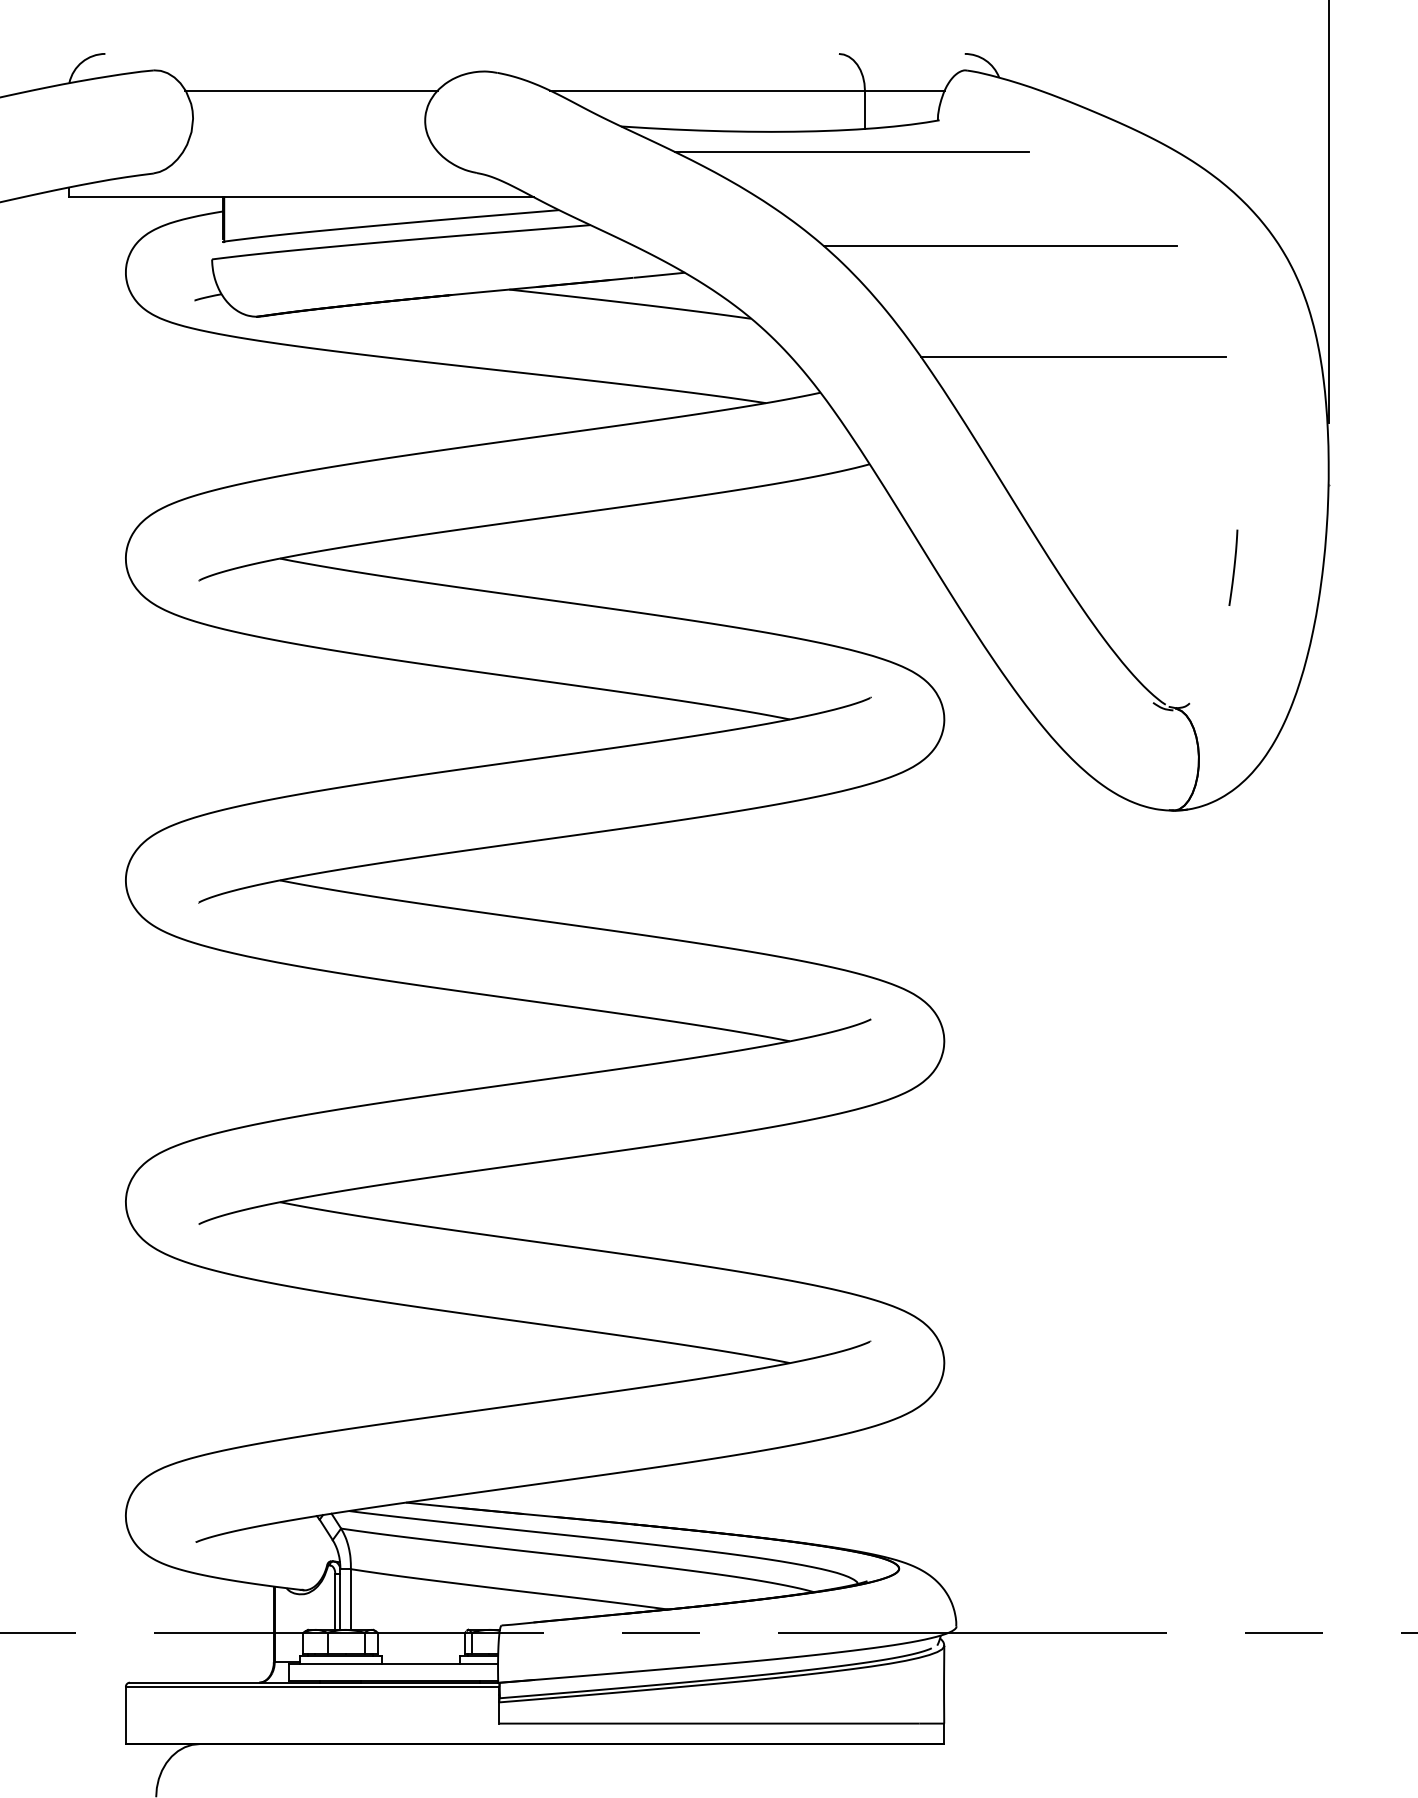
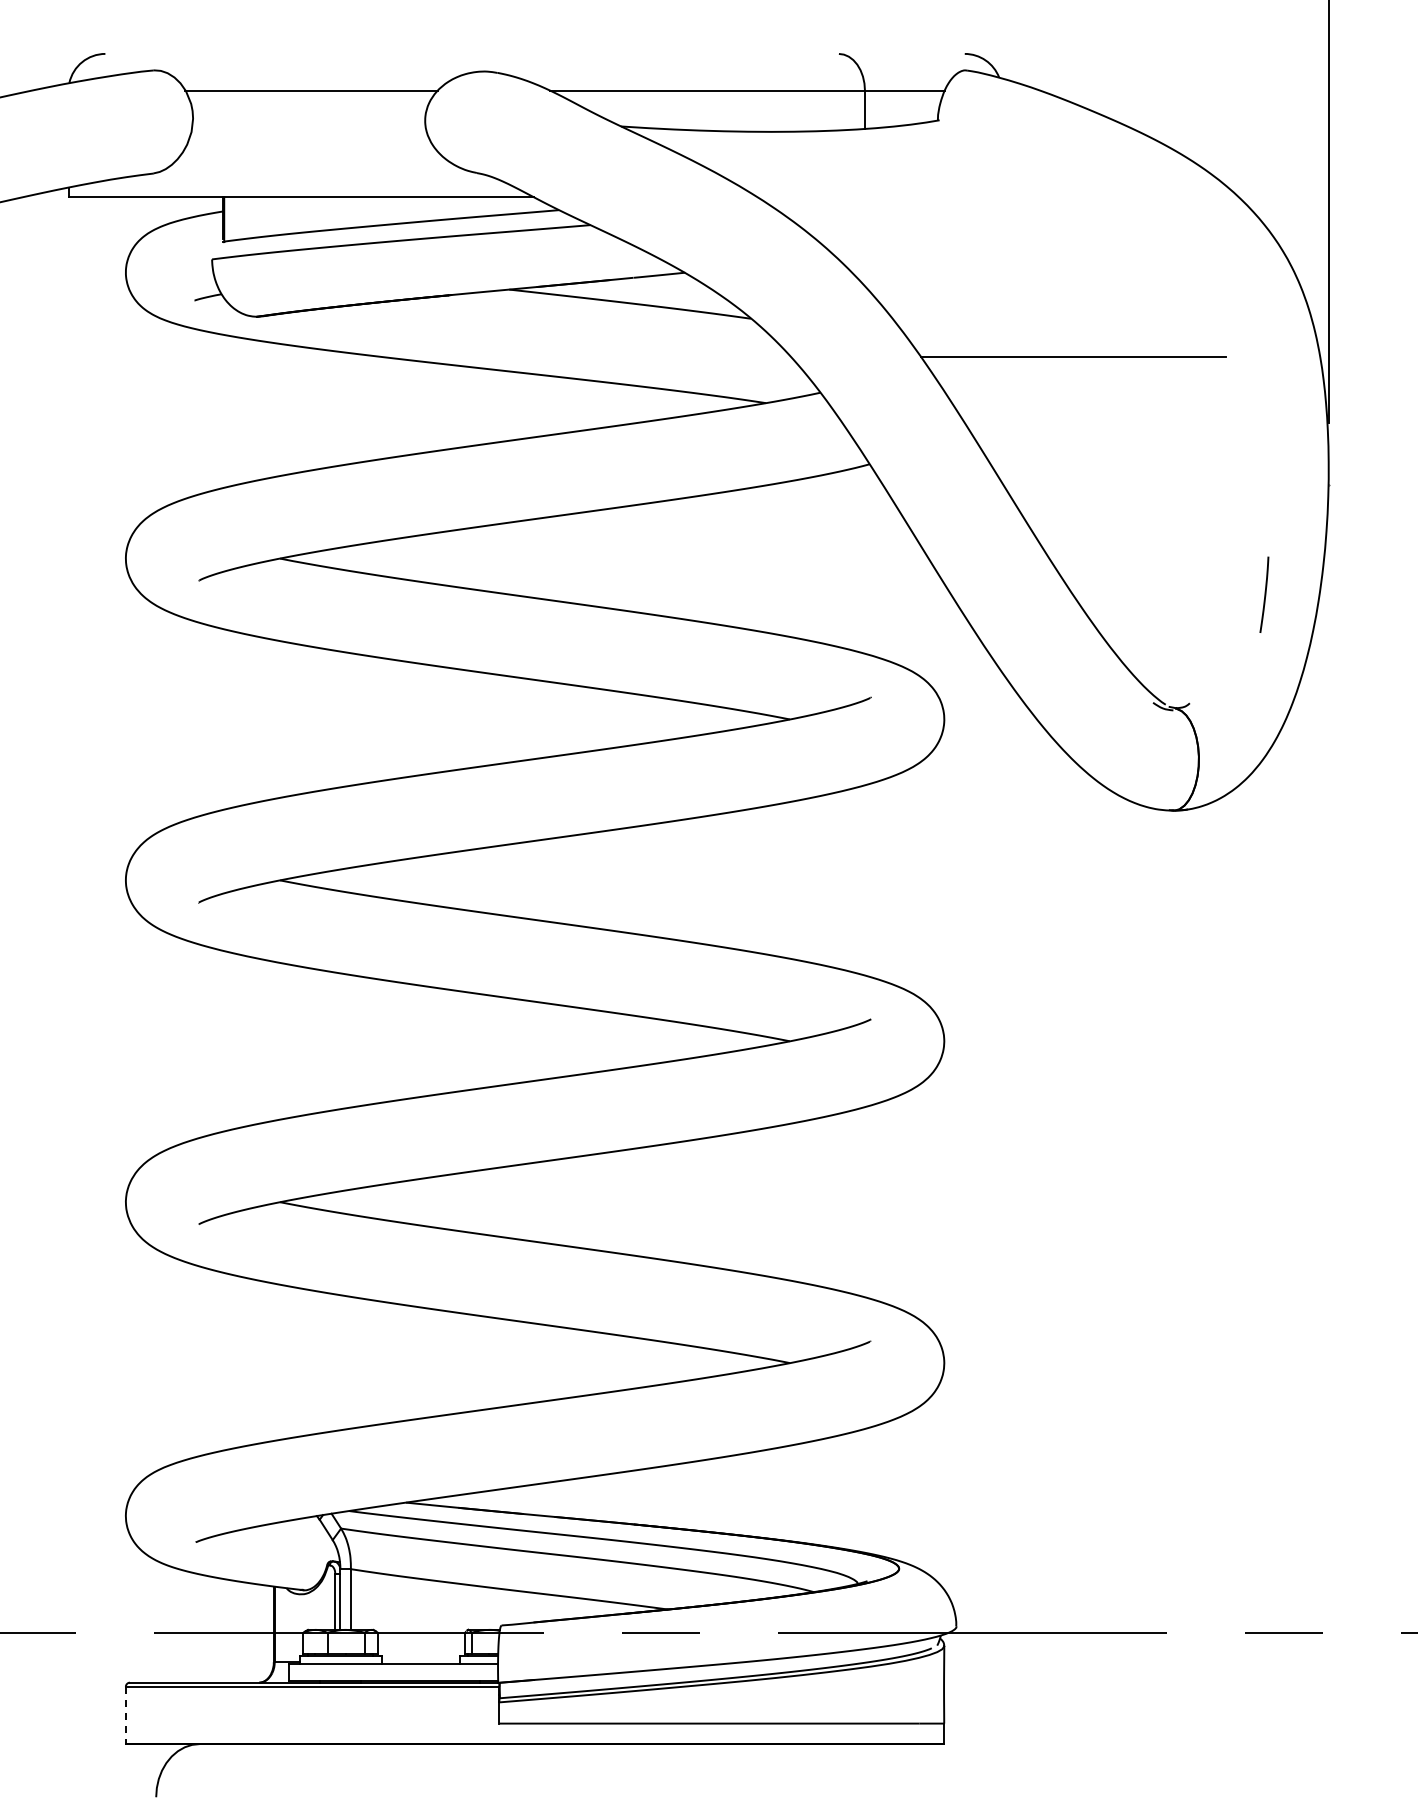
line at (851, 152): present -> none
line at (1000, 246): present -> none
line at (1233, 567) position: (1233, 567) -> (1264, 594)
line at (125, 1715): solid -> dashed
